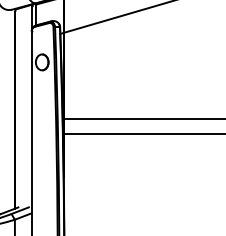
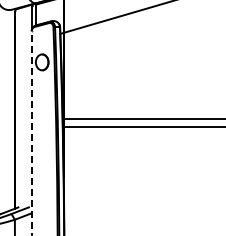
line at (31, 133): solid -> dashed
line at (142, 133) position: (142, 133) -> (142, 126)
